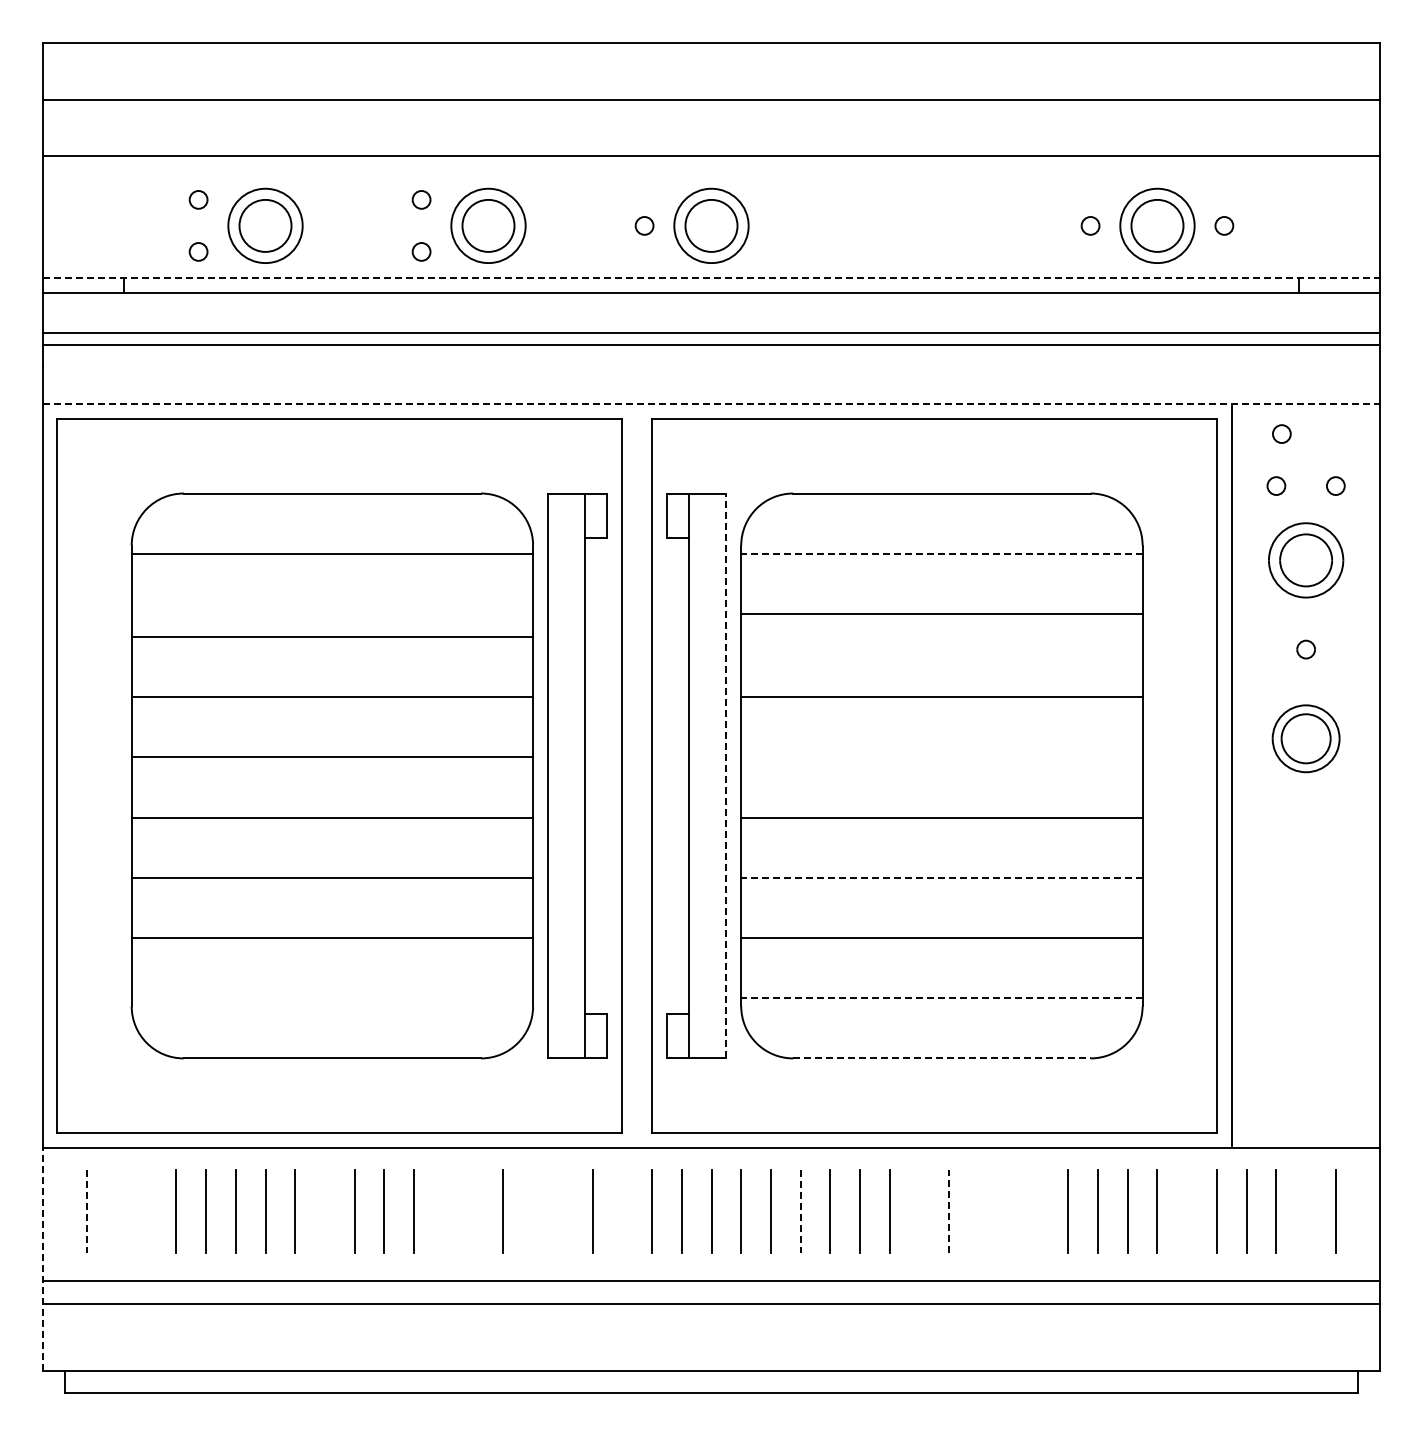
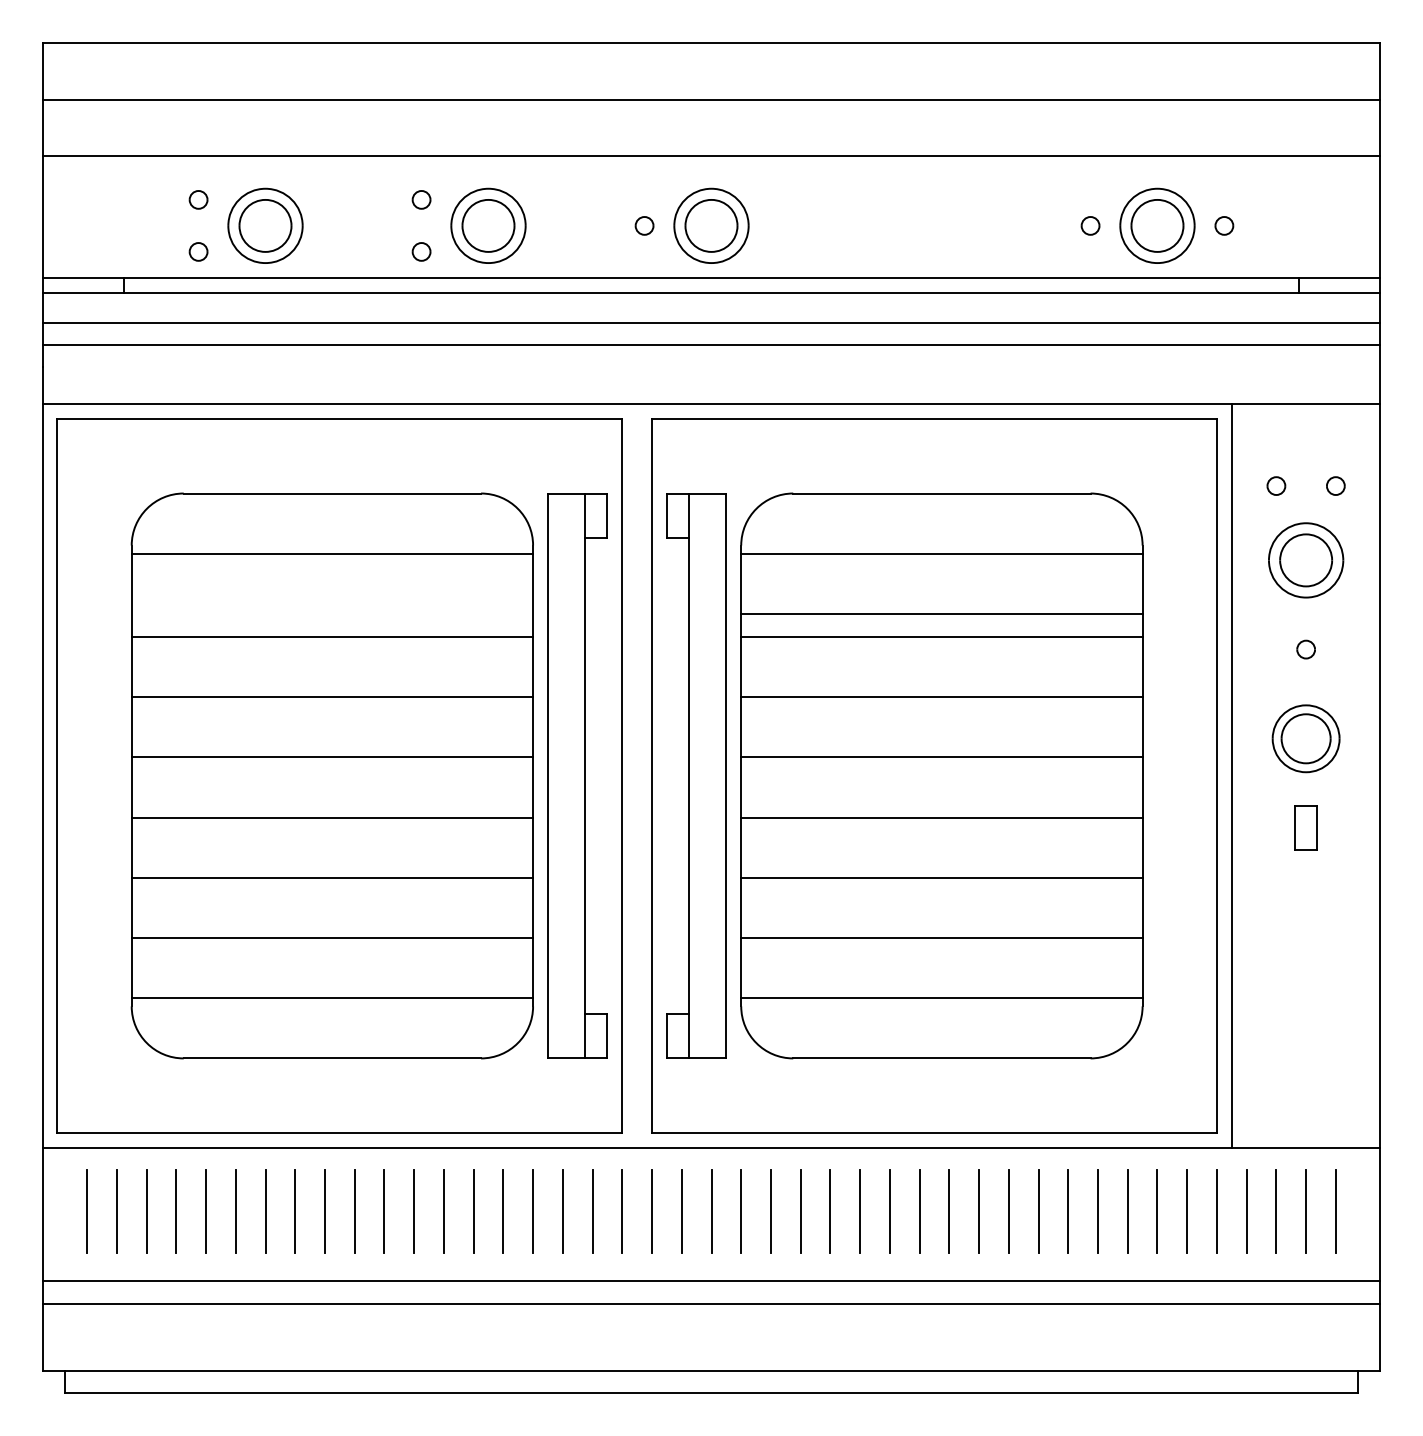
line at (711, 277): dashed -> solid
line at (711, 332) position: (711, 332) -> (711, 322)
line at (711, 404): dashed -> solid
part at (1281, 433): present -> none
line at (941, 553): dashed -> solid
line at (941, 636): none -> present
line at (941, 757): none -> present
line at (726, 775): dashed -> solid
part at (1305, 827): none -> present
line at (941, 877): dashed -> solid
line at (332, 998): none -> present
line at (941, 998): dashed -> solid
line at (941, 1058): dashed -> solid
line at (87, 1211): dashed -> solid
line at (116, 1211): none -> present
line at (146, 1211): none -> present
line at (324, 1211): none -> present
line at (443, 1211): none -> present
line at (473, 1211): none -> present
line at (533, 1211): none -> present
line at (562, 1211): none -> present
line at (622, 1211): none -> present
line at (800, 1211): dashed -> solid
line at (919, 1211): none -> present
line at (949, 1211): dashed -> solid
line at (979, 1211): none -> present
line at (1008, 1211): none -> present
line at (1038, 1211): none -> present
line at (1187, 1211): none -> present
line at (1305, 1211): none -> present
line at (42, 1258): dashed -> solid
